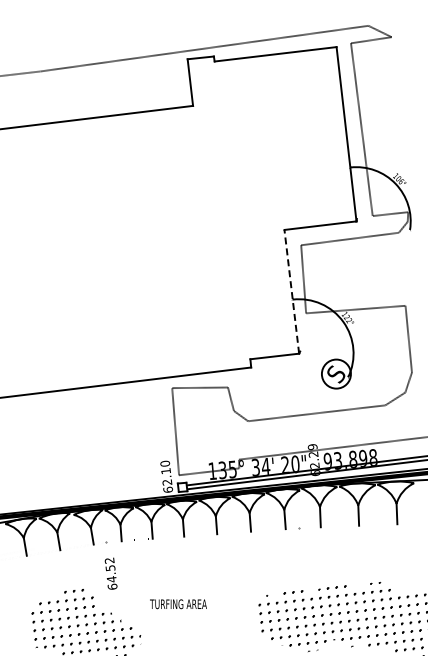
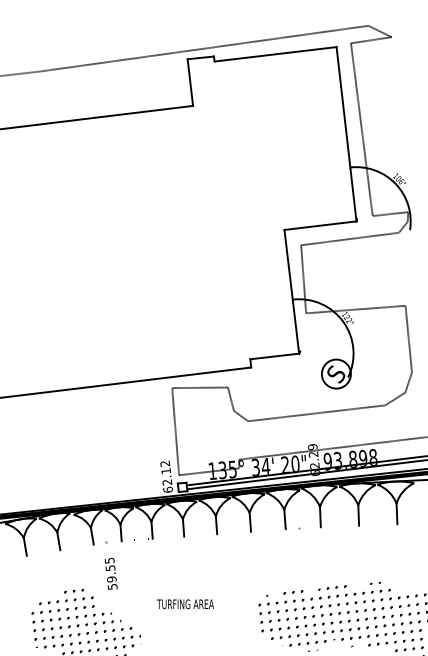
line at (291, 291): dashed -> solid
text at (165, 463): 62.10 -> 62.12
text at (110, 573): 64.52 -> 59.55
text at (178, 604) position: (178, 604) -> (185, 604)
